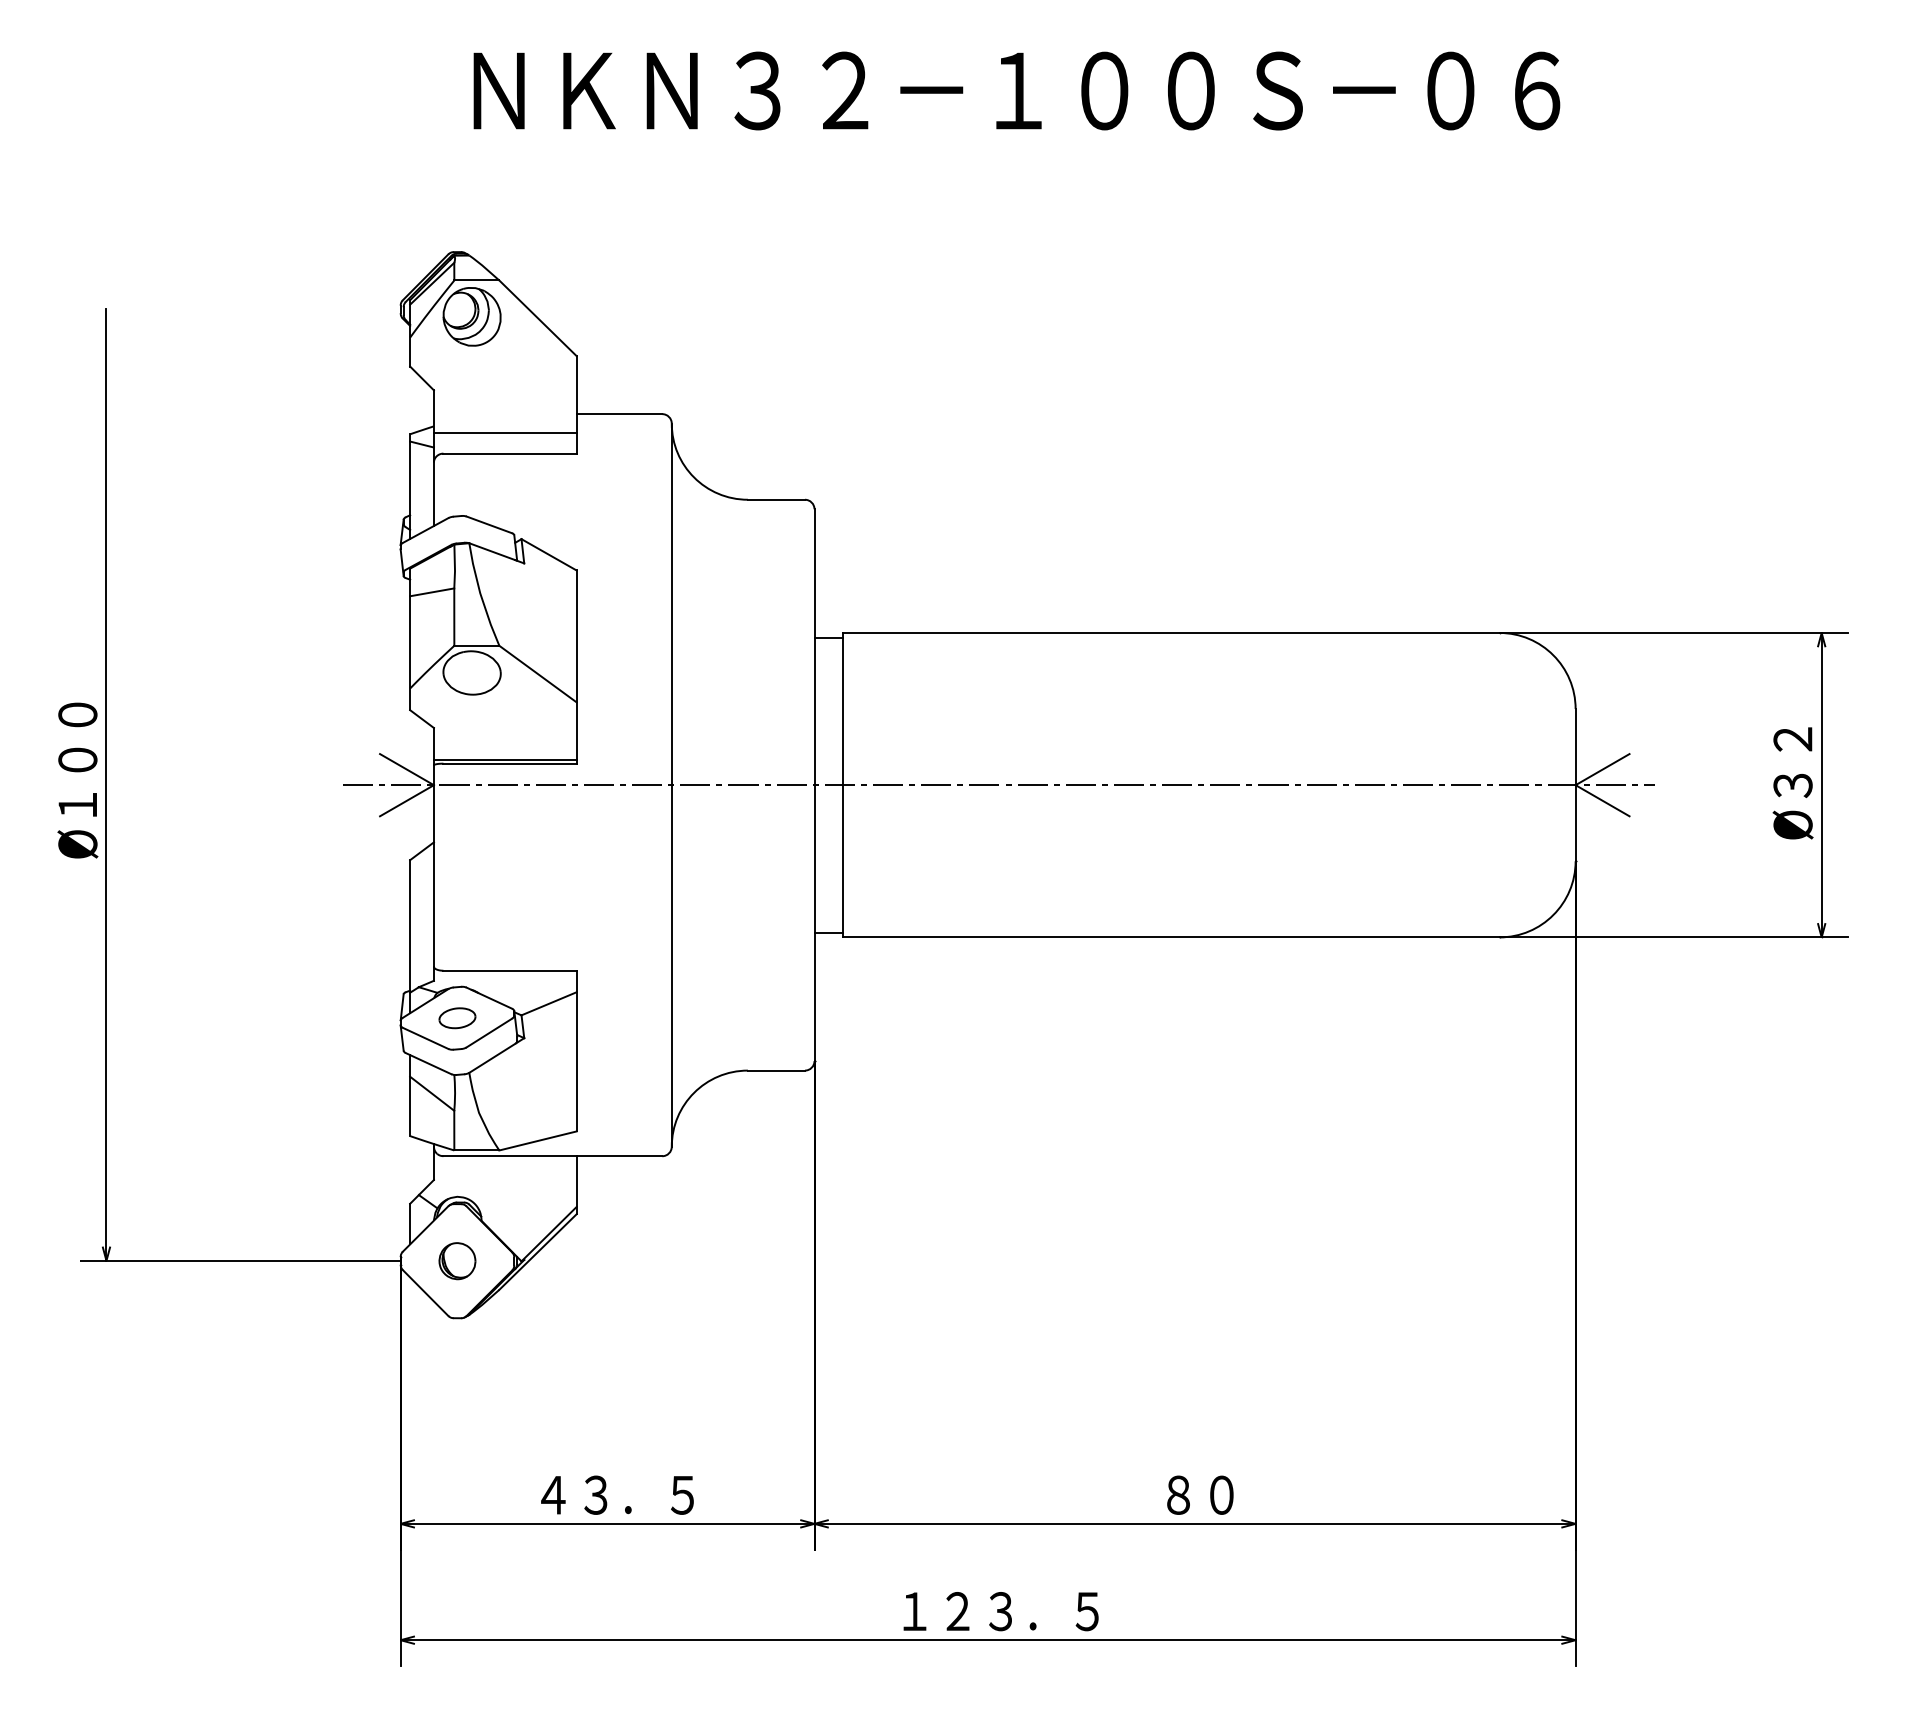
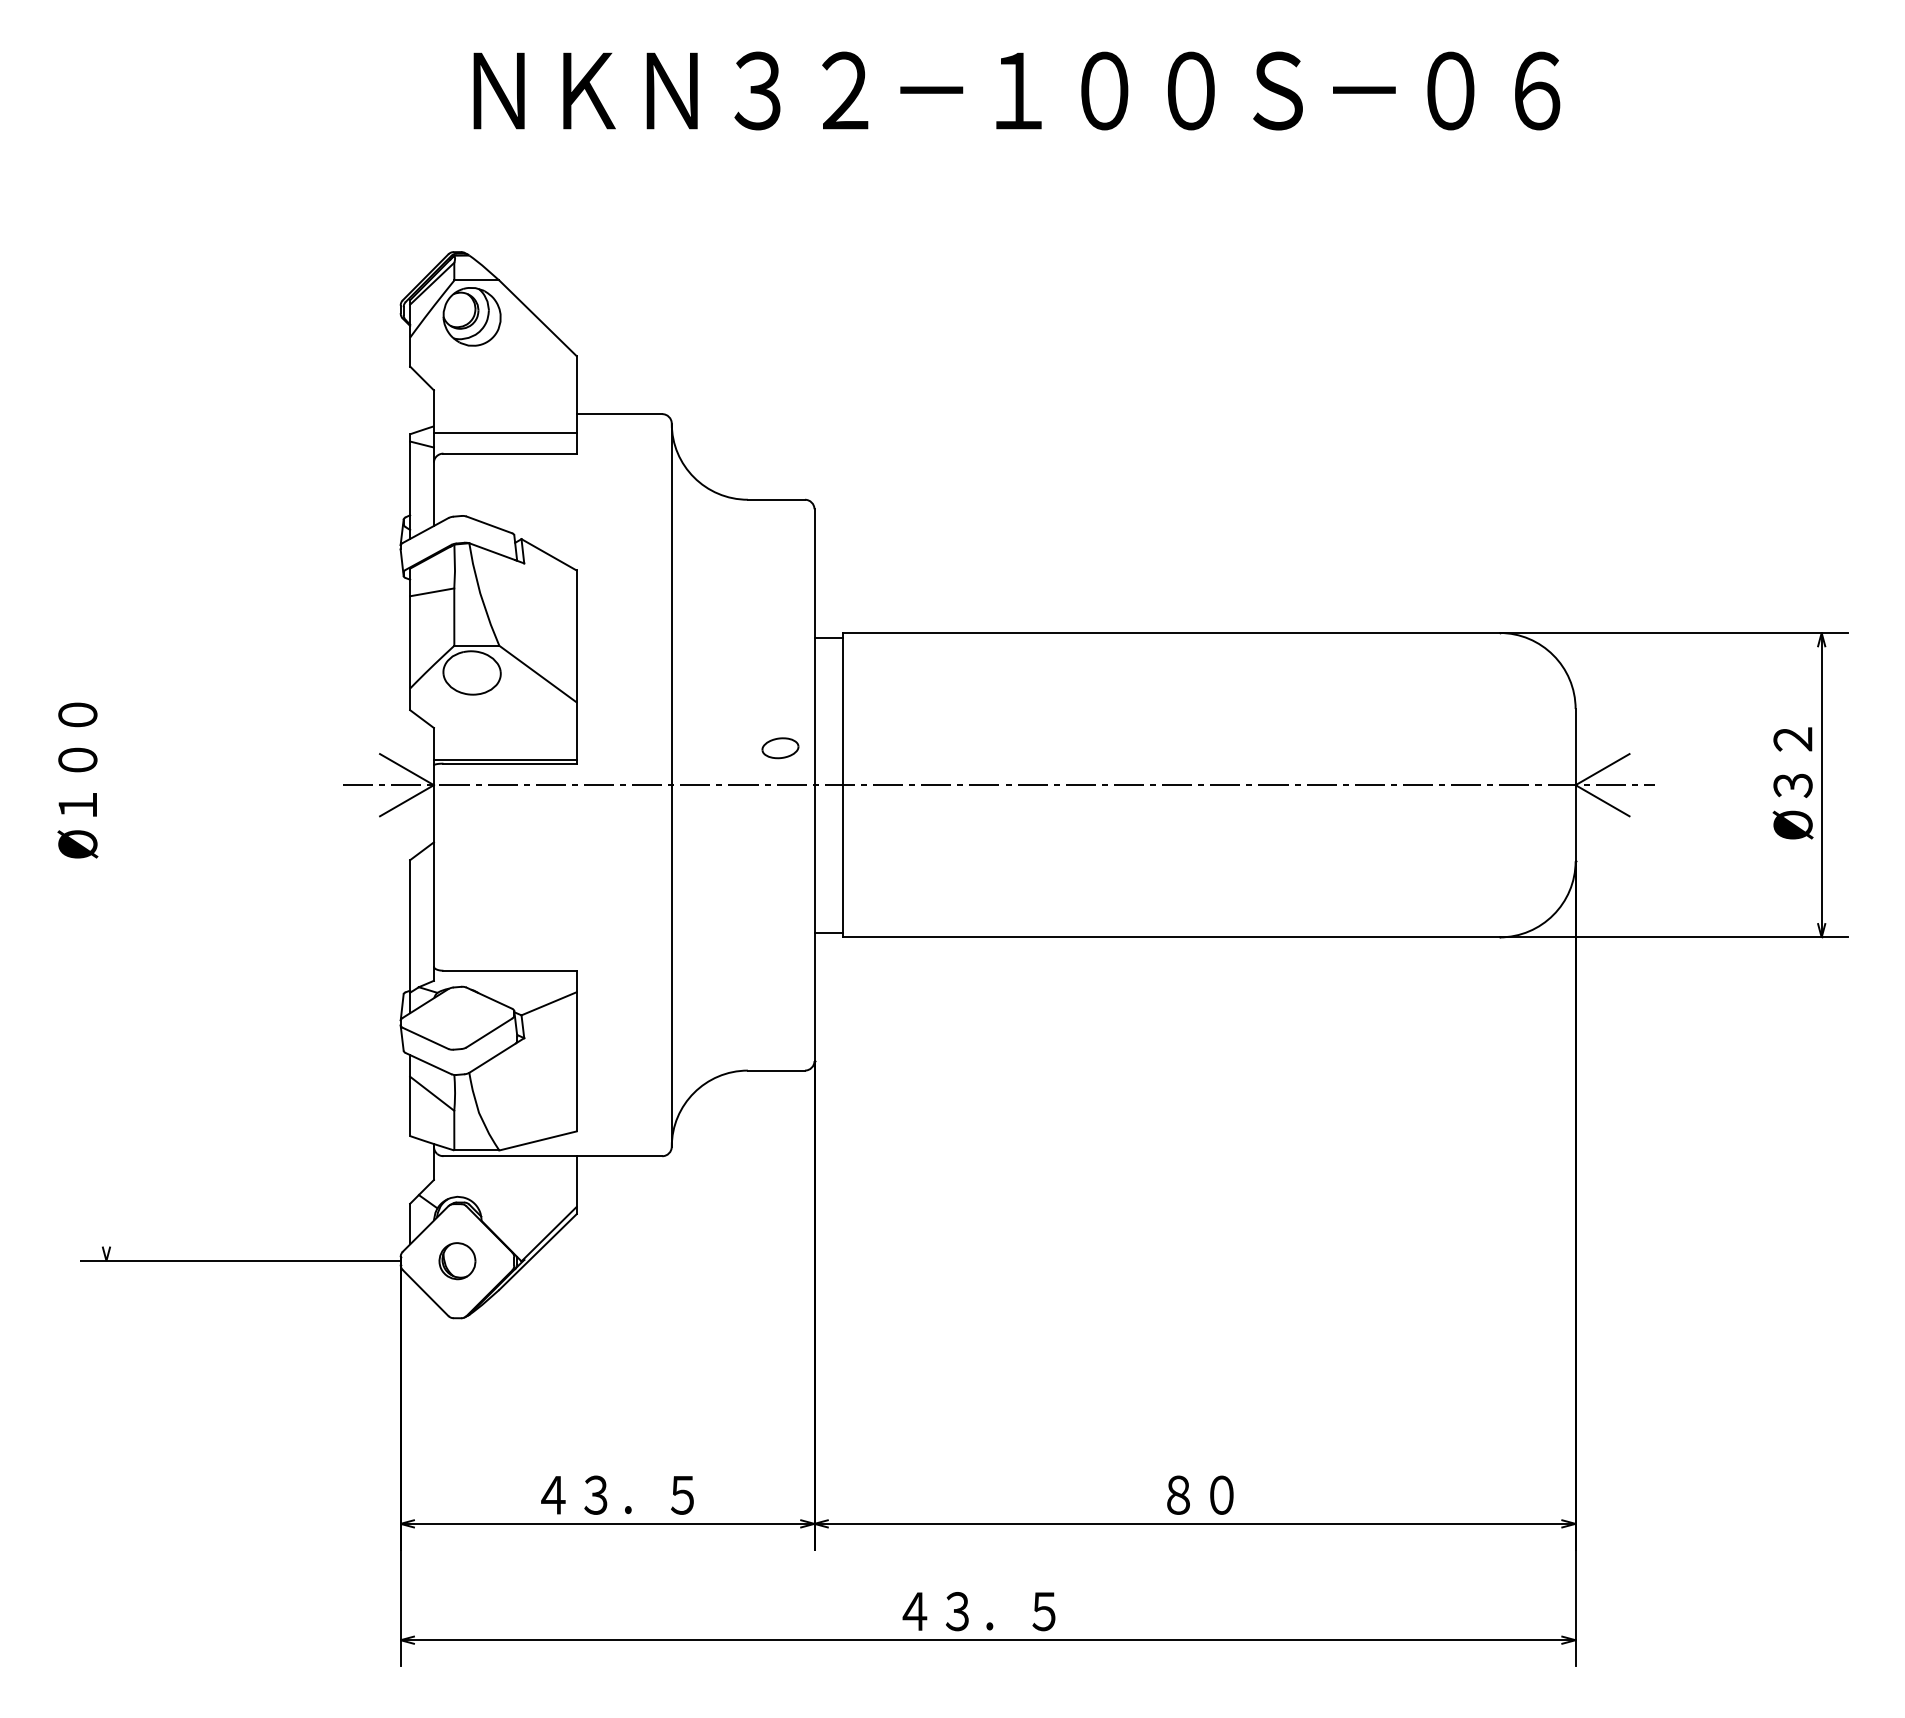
line at (106, 784): present -> none
part at (457, 1018) position: (457, 1018) -> (780, 748)
text at (1000, 1611): １２３．５ -> ４３．５
